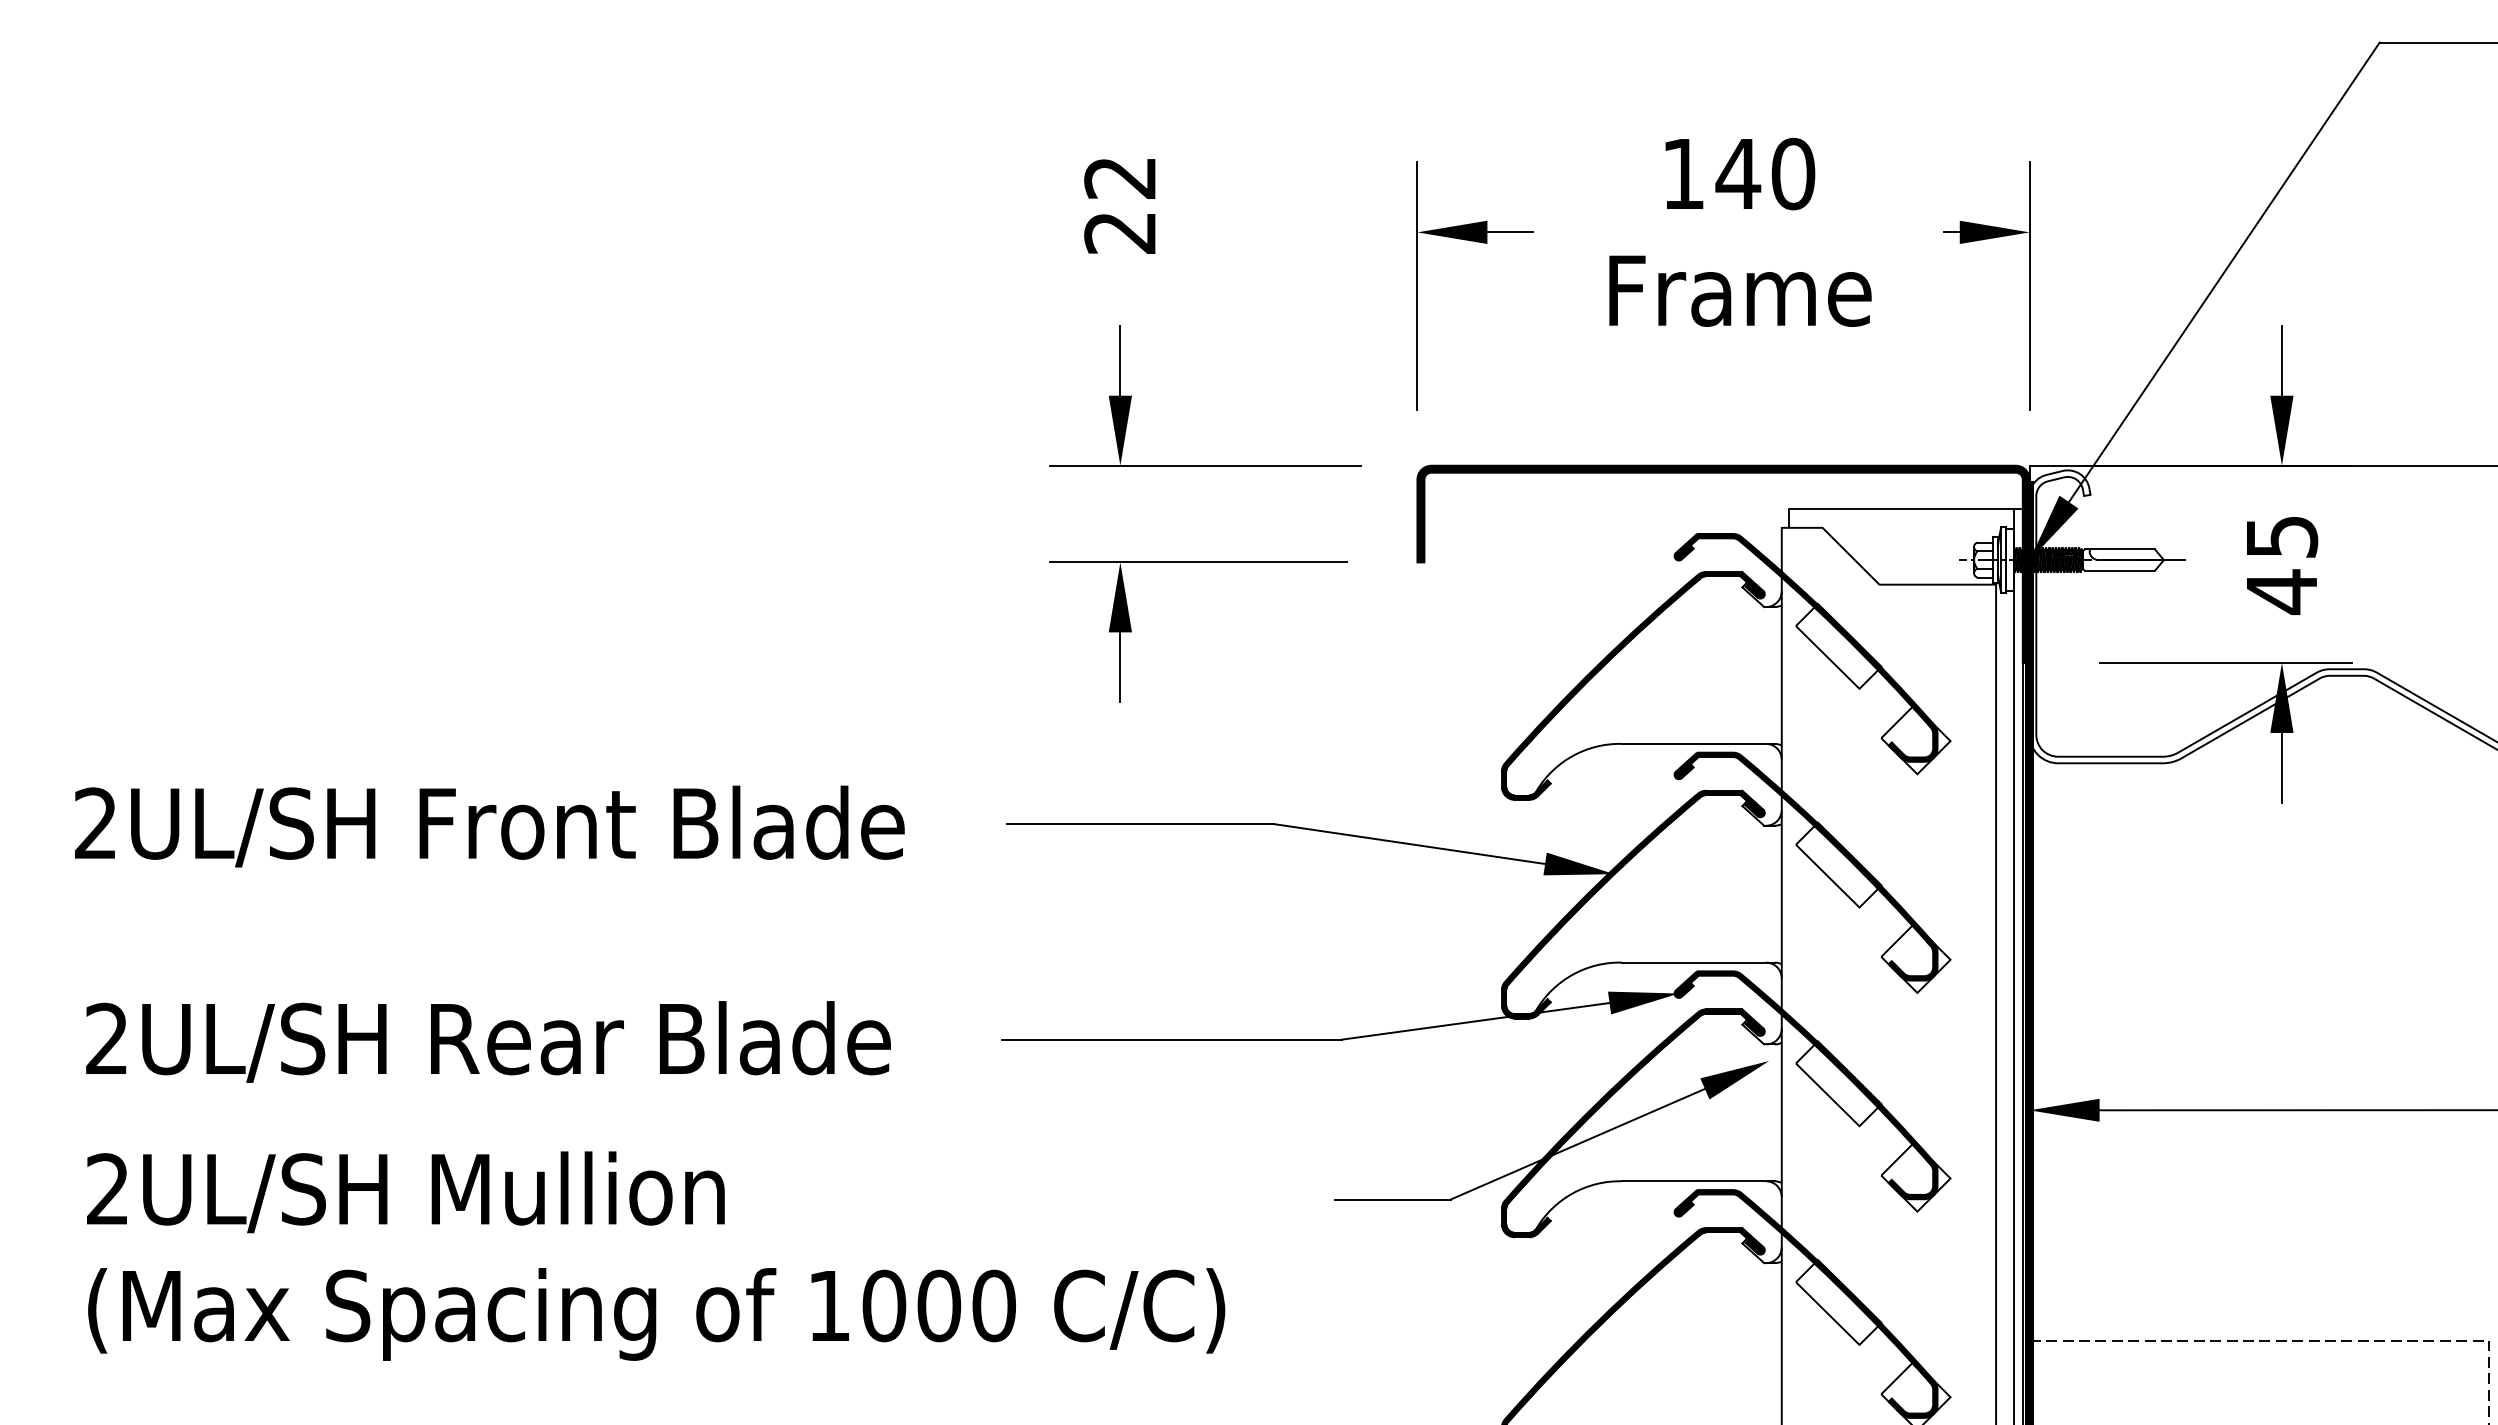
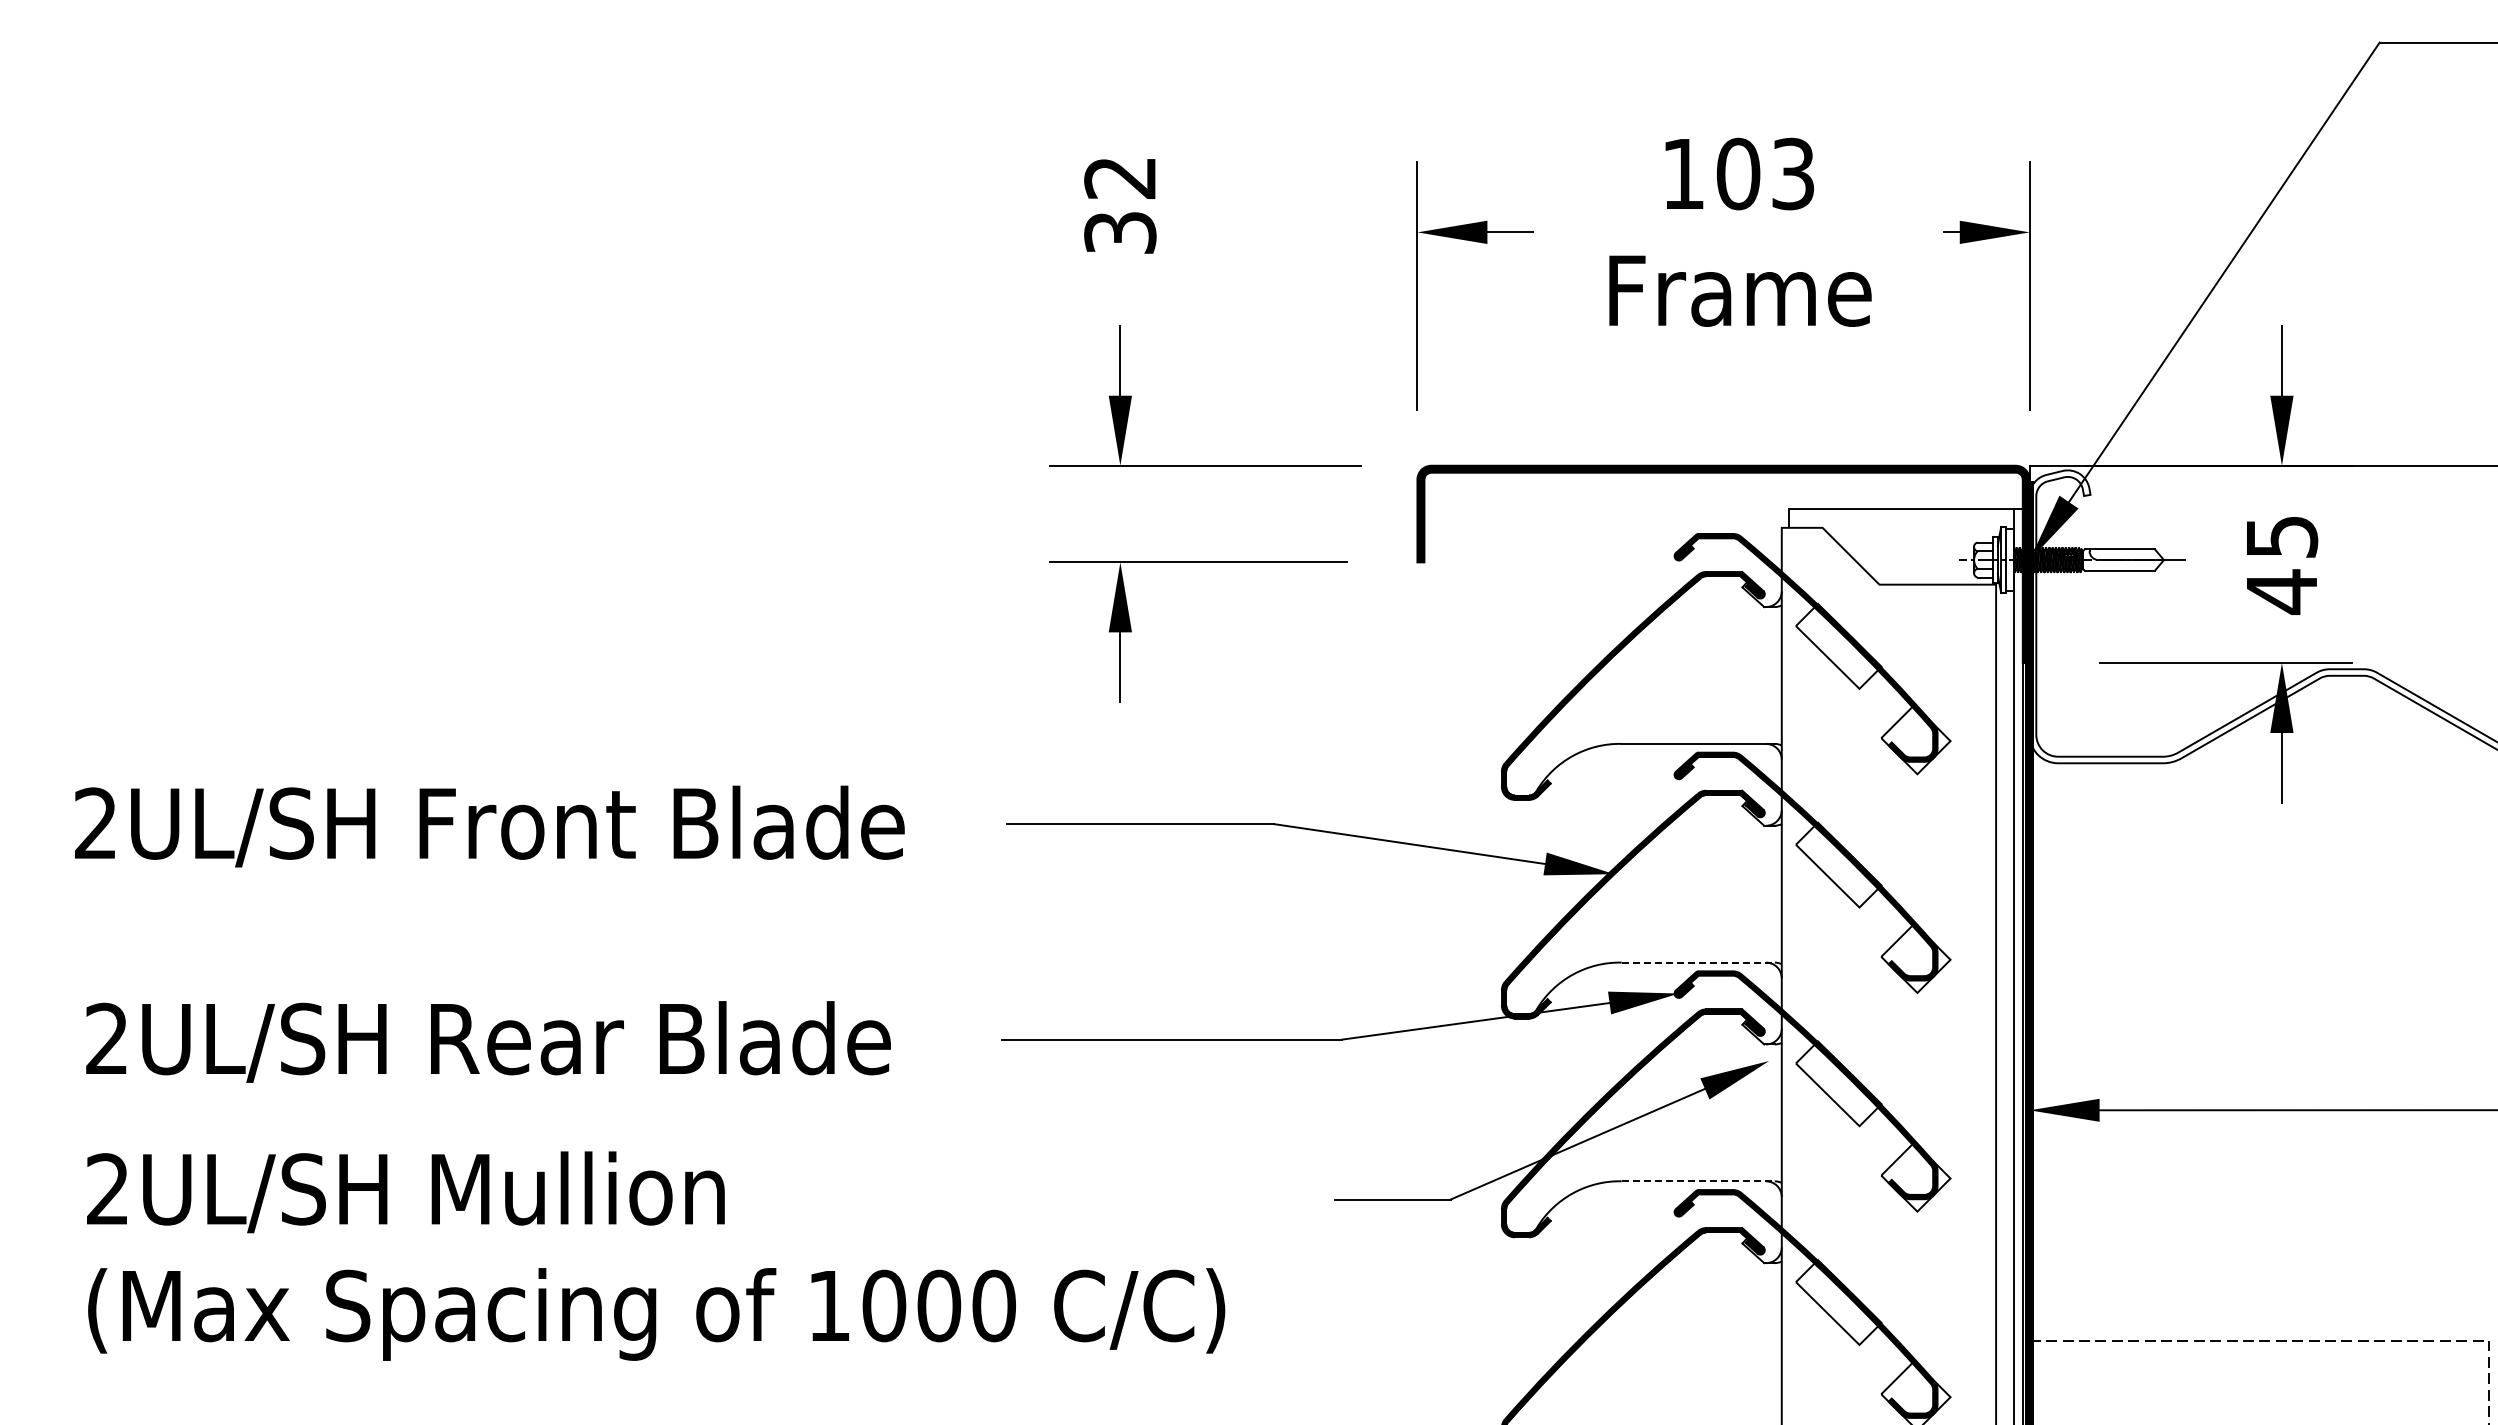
text at (1765, 173): 140 -> 103
text at (1120, 232): 22 -> 32
line at (1698, 962): solid -> dashed
line at (1698, 1181): solid -> dashed
